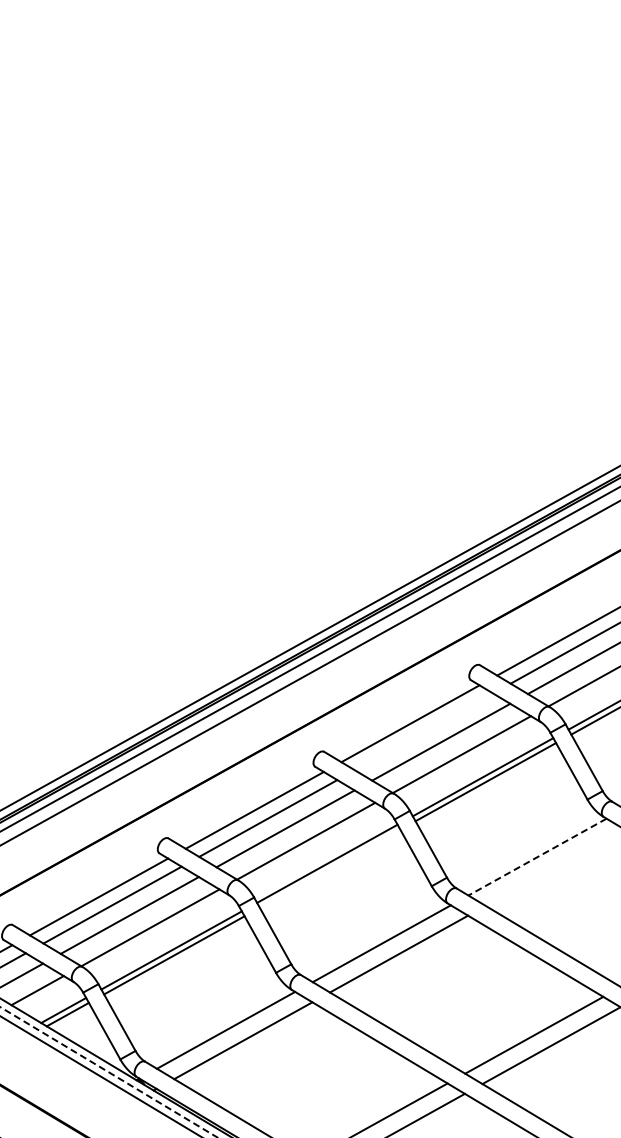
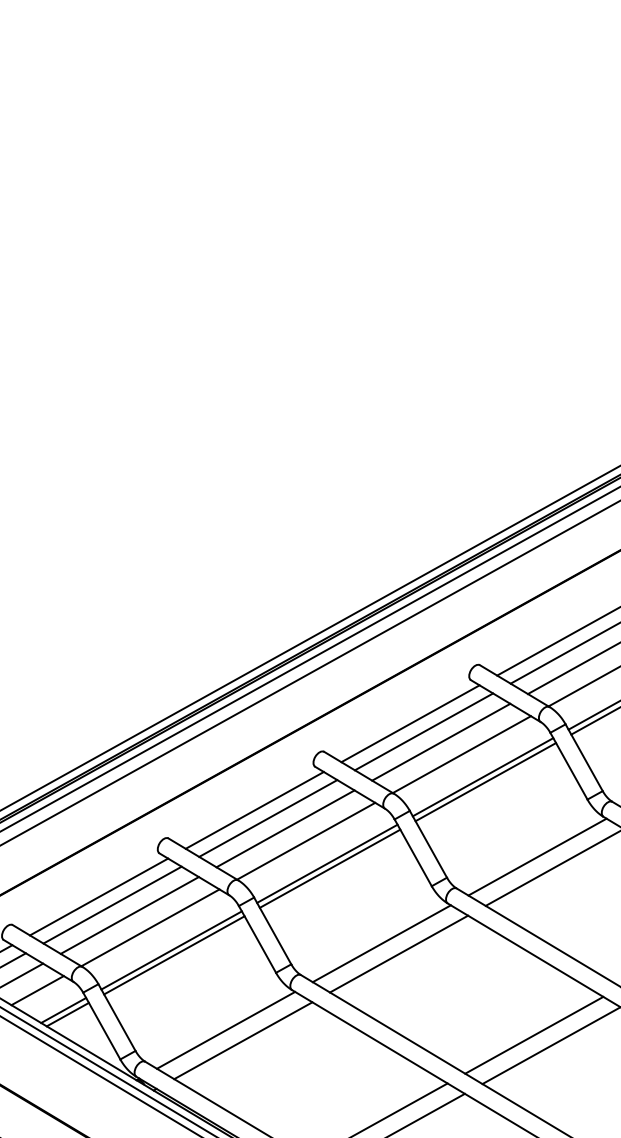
line at (423, 731): none -> present
line at (537, 857): dashed -> solid
line at (329, 868): none -> present
line at (551, 868): none -> present
line at (109, 1072): dashed -> solid
